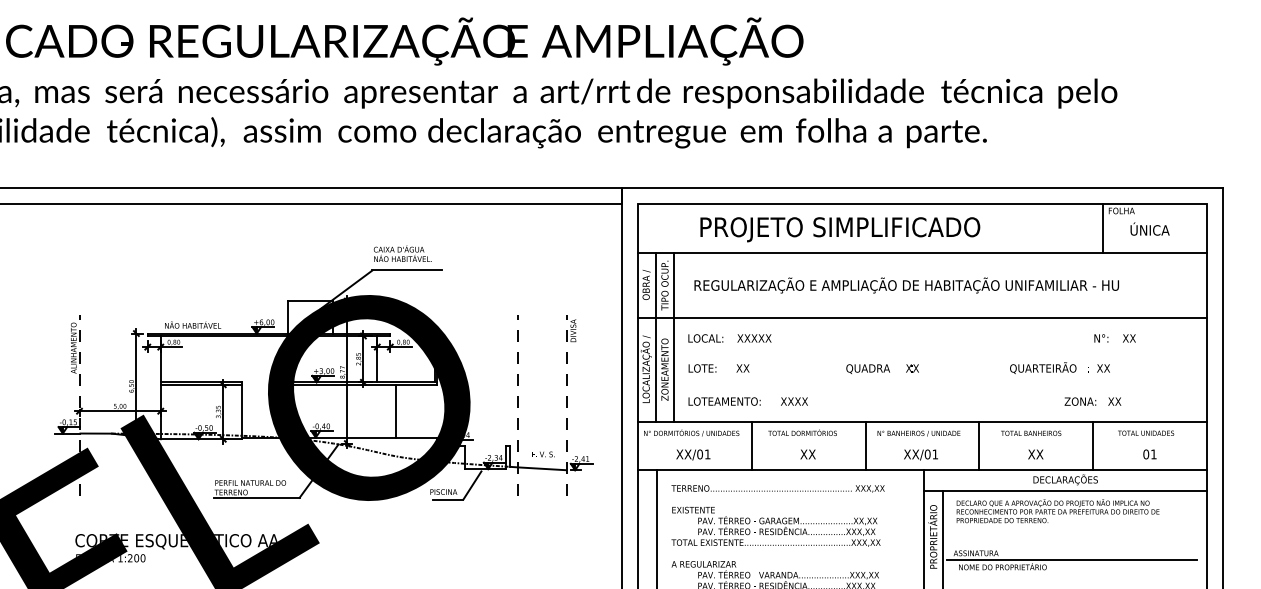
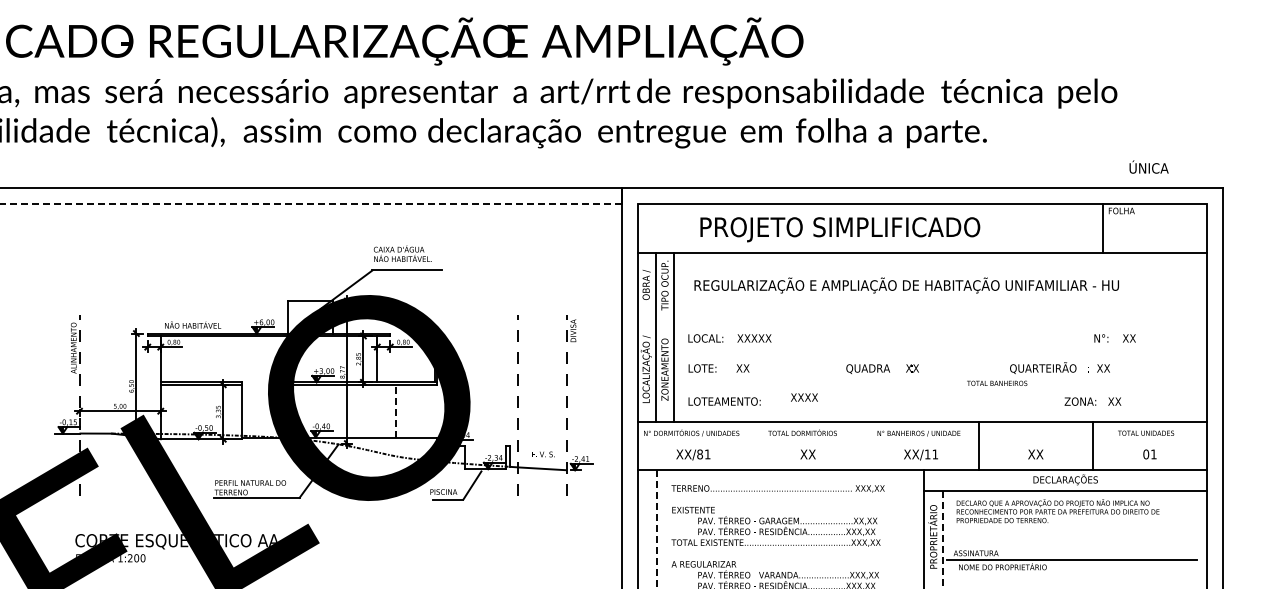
line at (311, 203): solid -> dashed
text at (1149, 228) position: (1149, 228) -> (1148, 166)
line at (922, 317): present -> none
text at (794, 401) position: (794, 401) -> (804, 397)
line at (396, 410): solid -> dashed
text at (1031, 432) position: (1031, 432) -> (997, 382)
line at (751, 445): present -> none
line at (865, 445): present -> none
text at (700, 454): XX/01 -> XX/81
text at (927, 454): XX/01 -> XX/11
line at (657, 529): solid -> dashed
line at (943, 540): solid -> dashed
